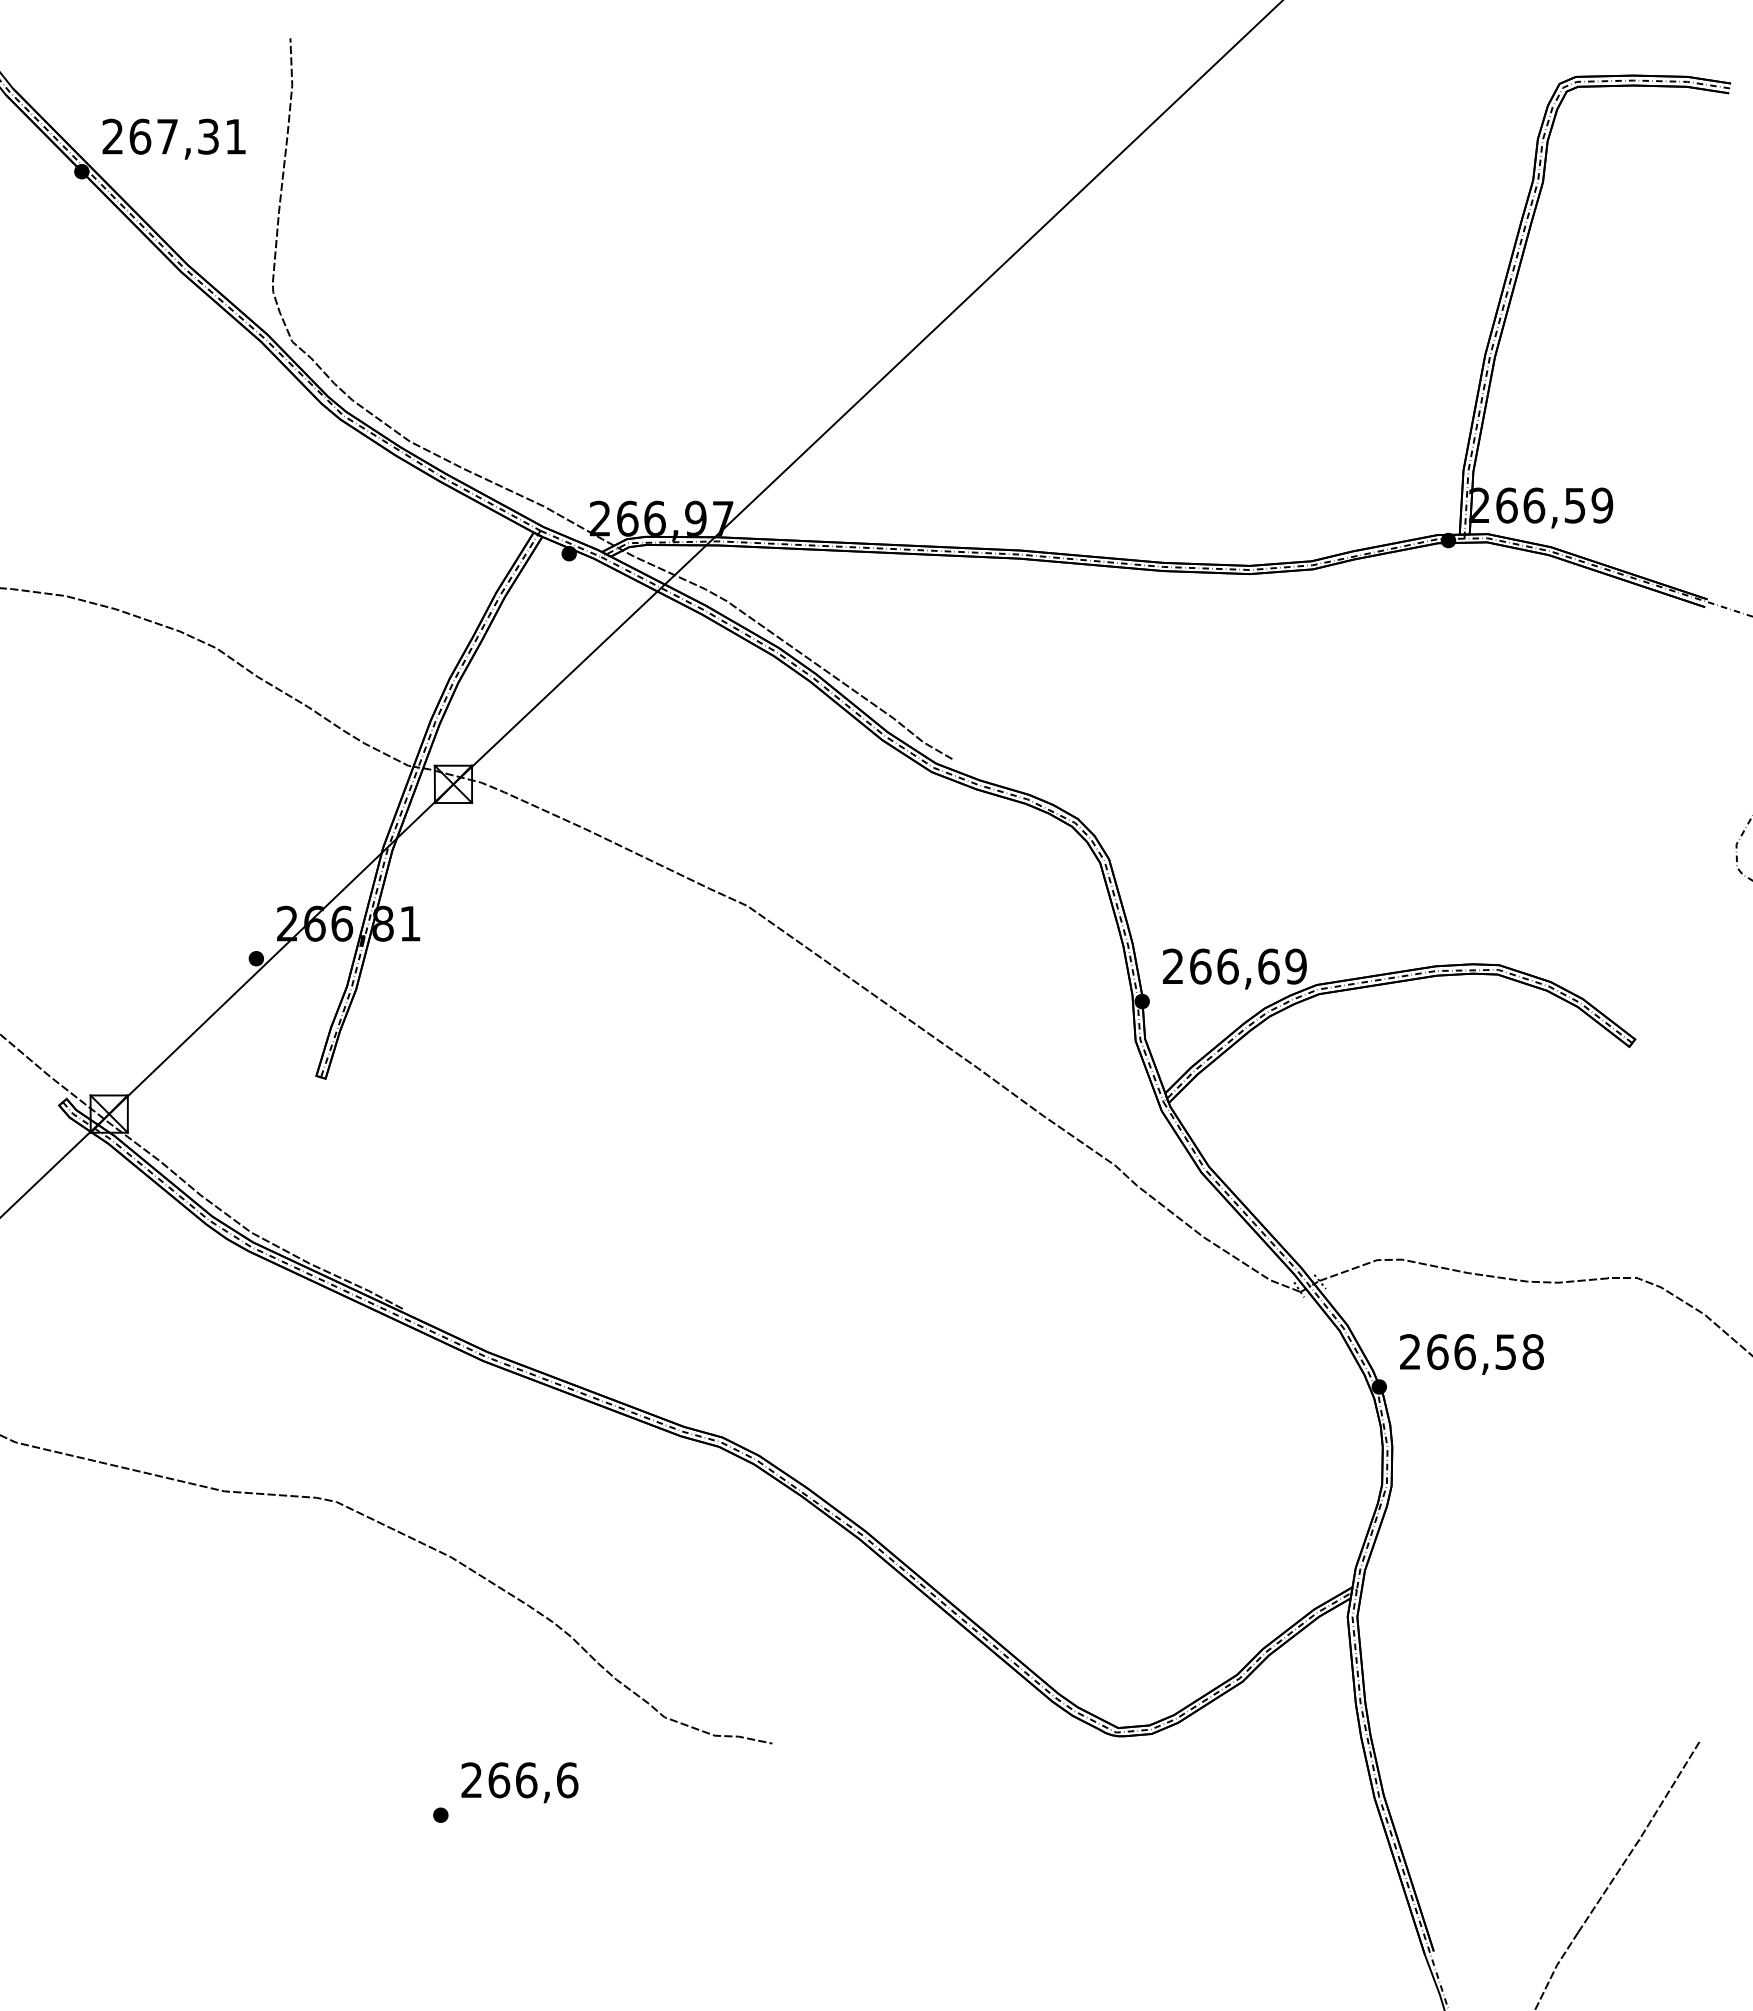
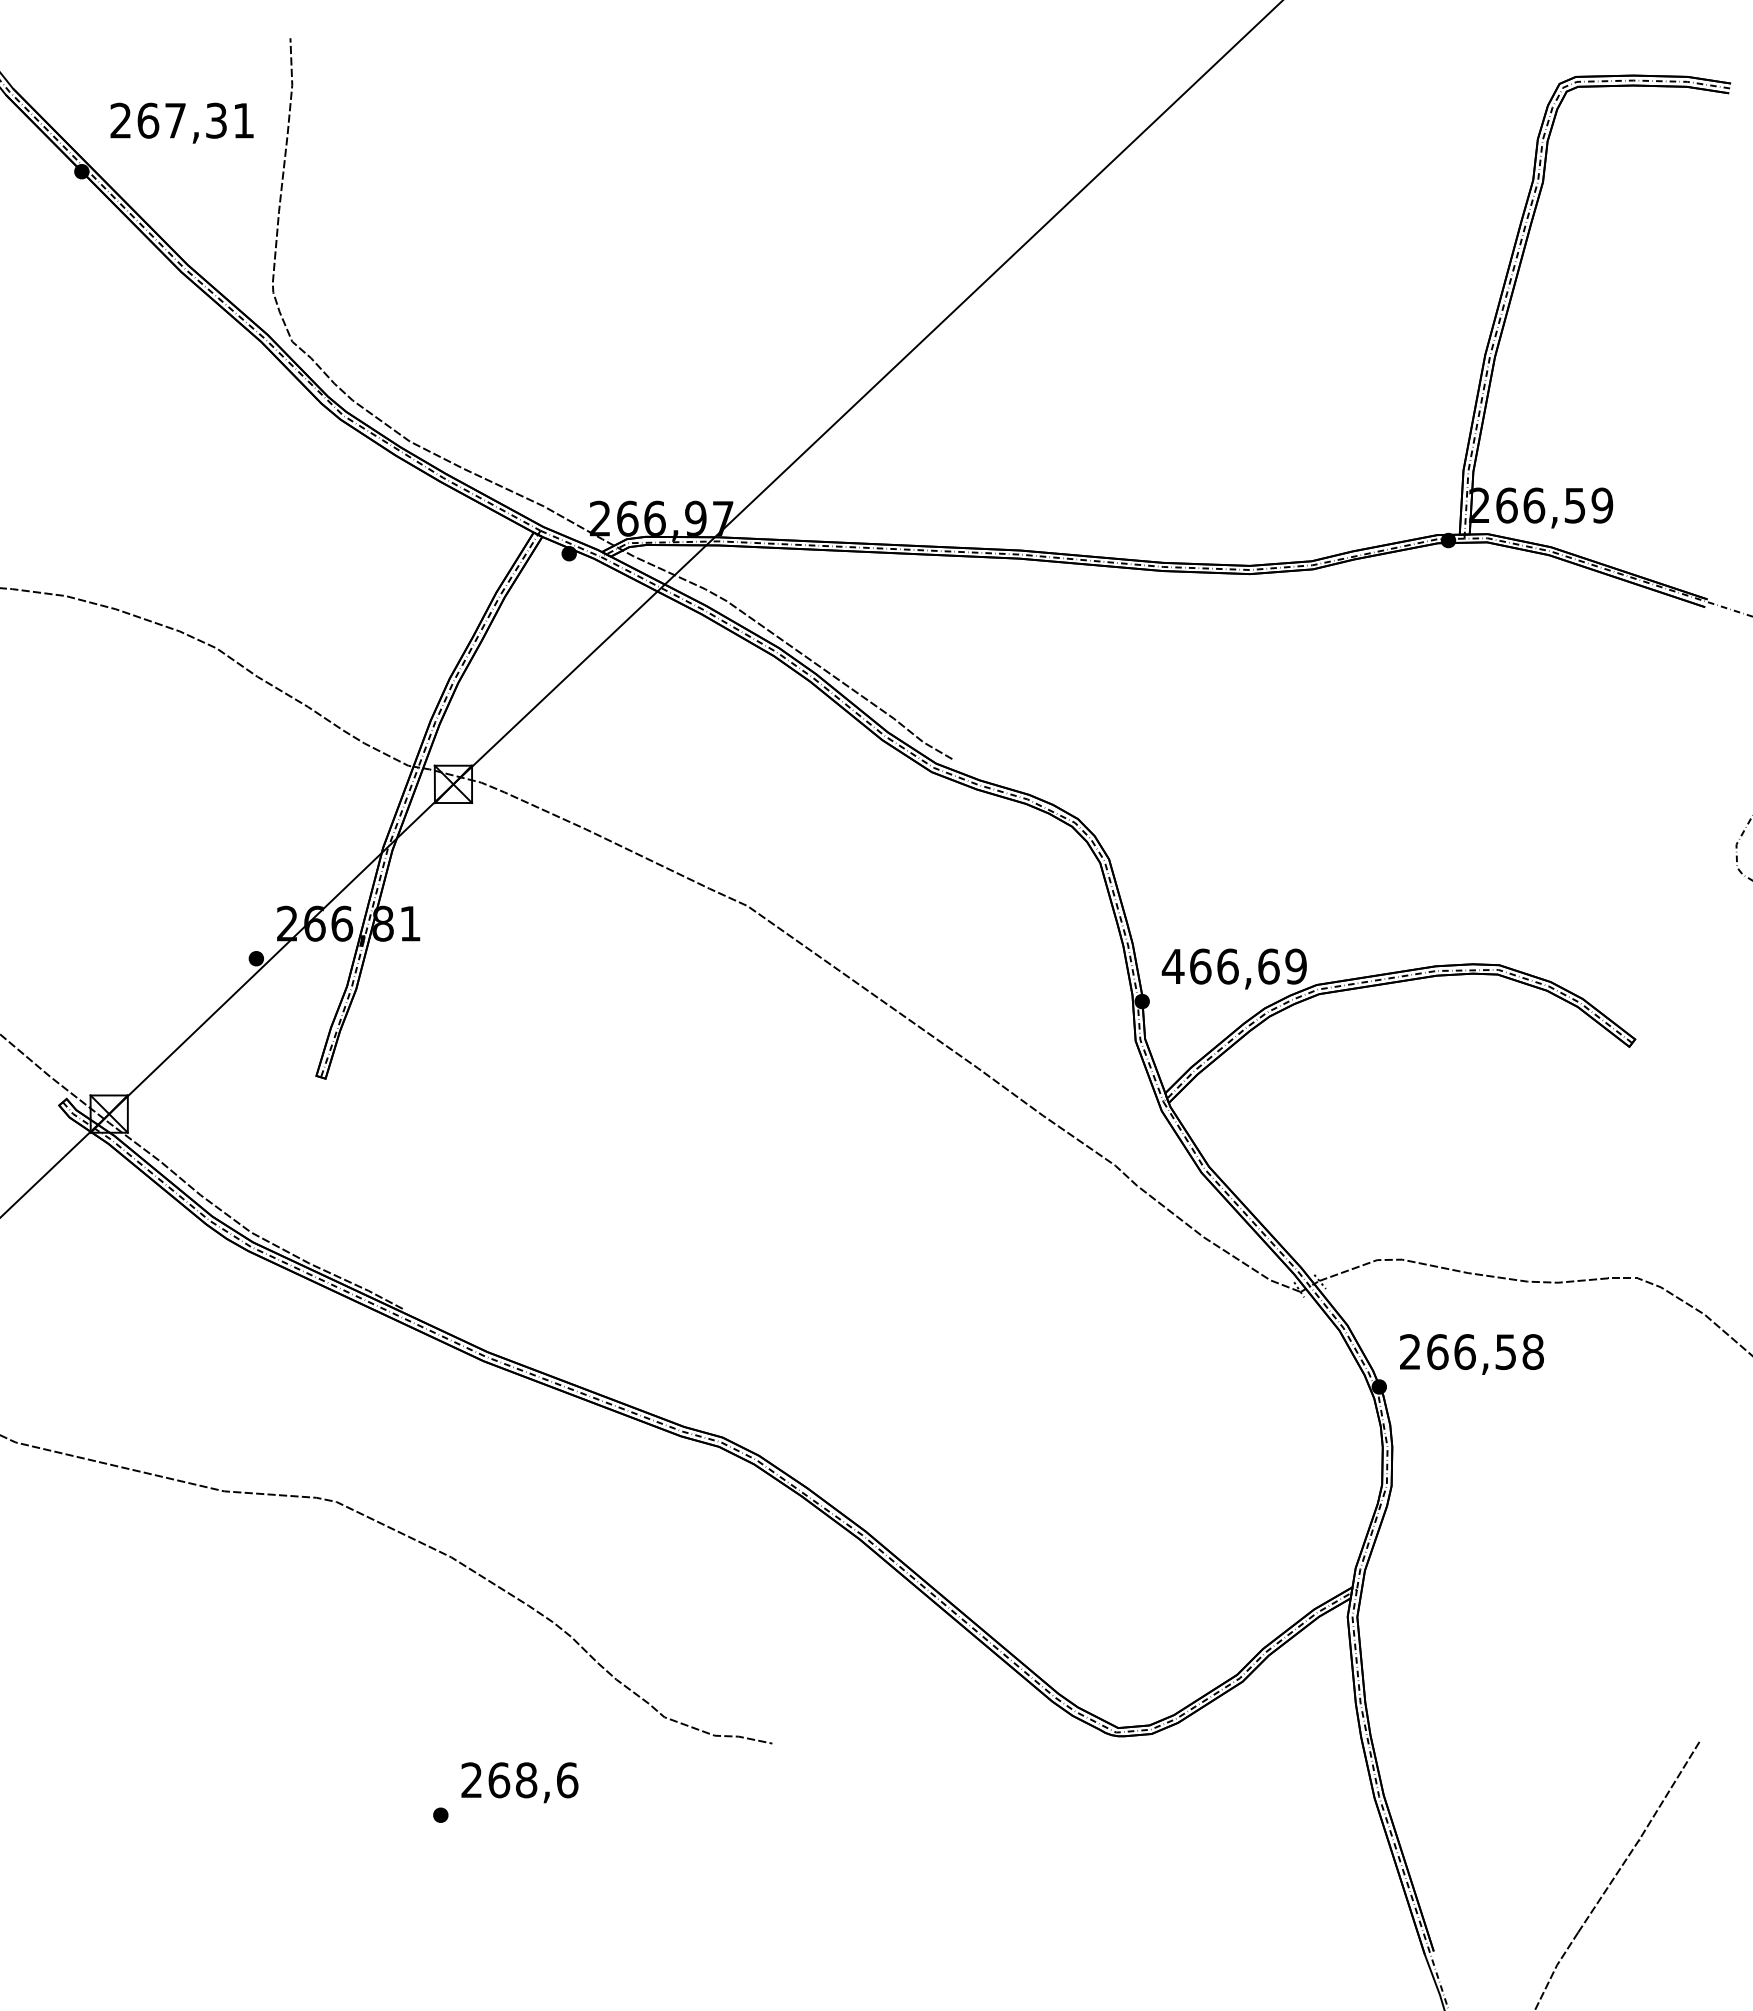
text at (173, 138) position: (173, 138) -> (181, 122)
text at (1172, 965): 266,69 -> 466,69
text at (526, 1780): 266,6 -> 268,6
